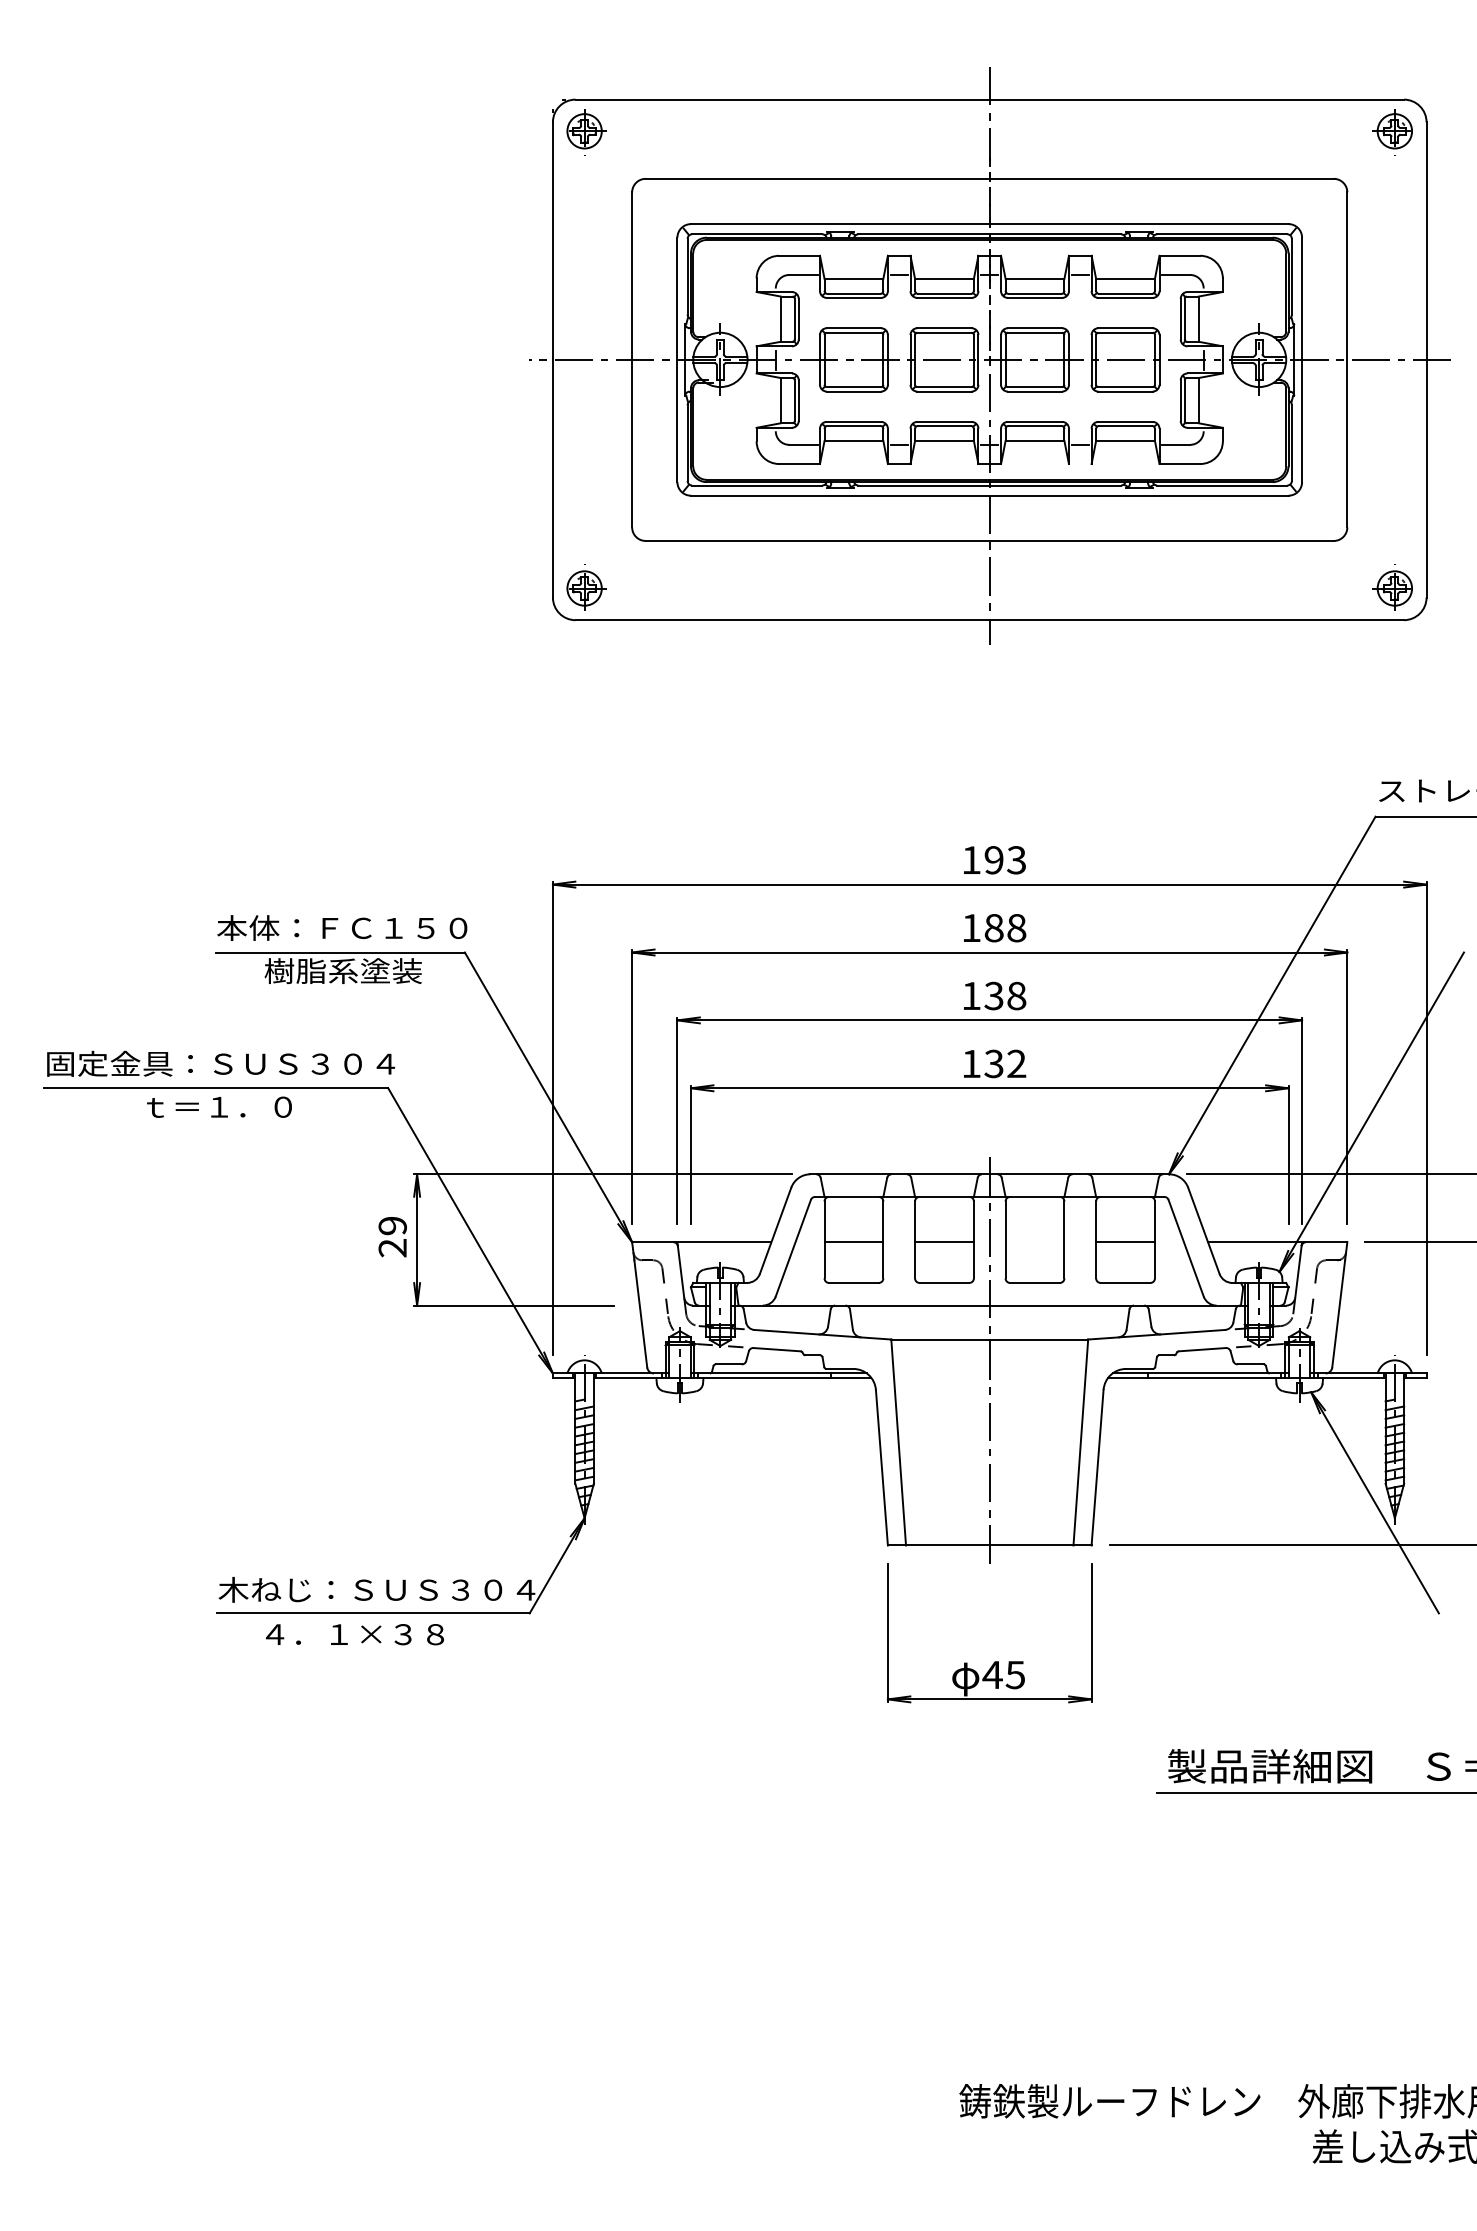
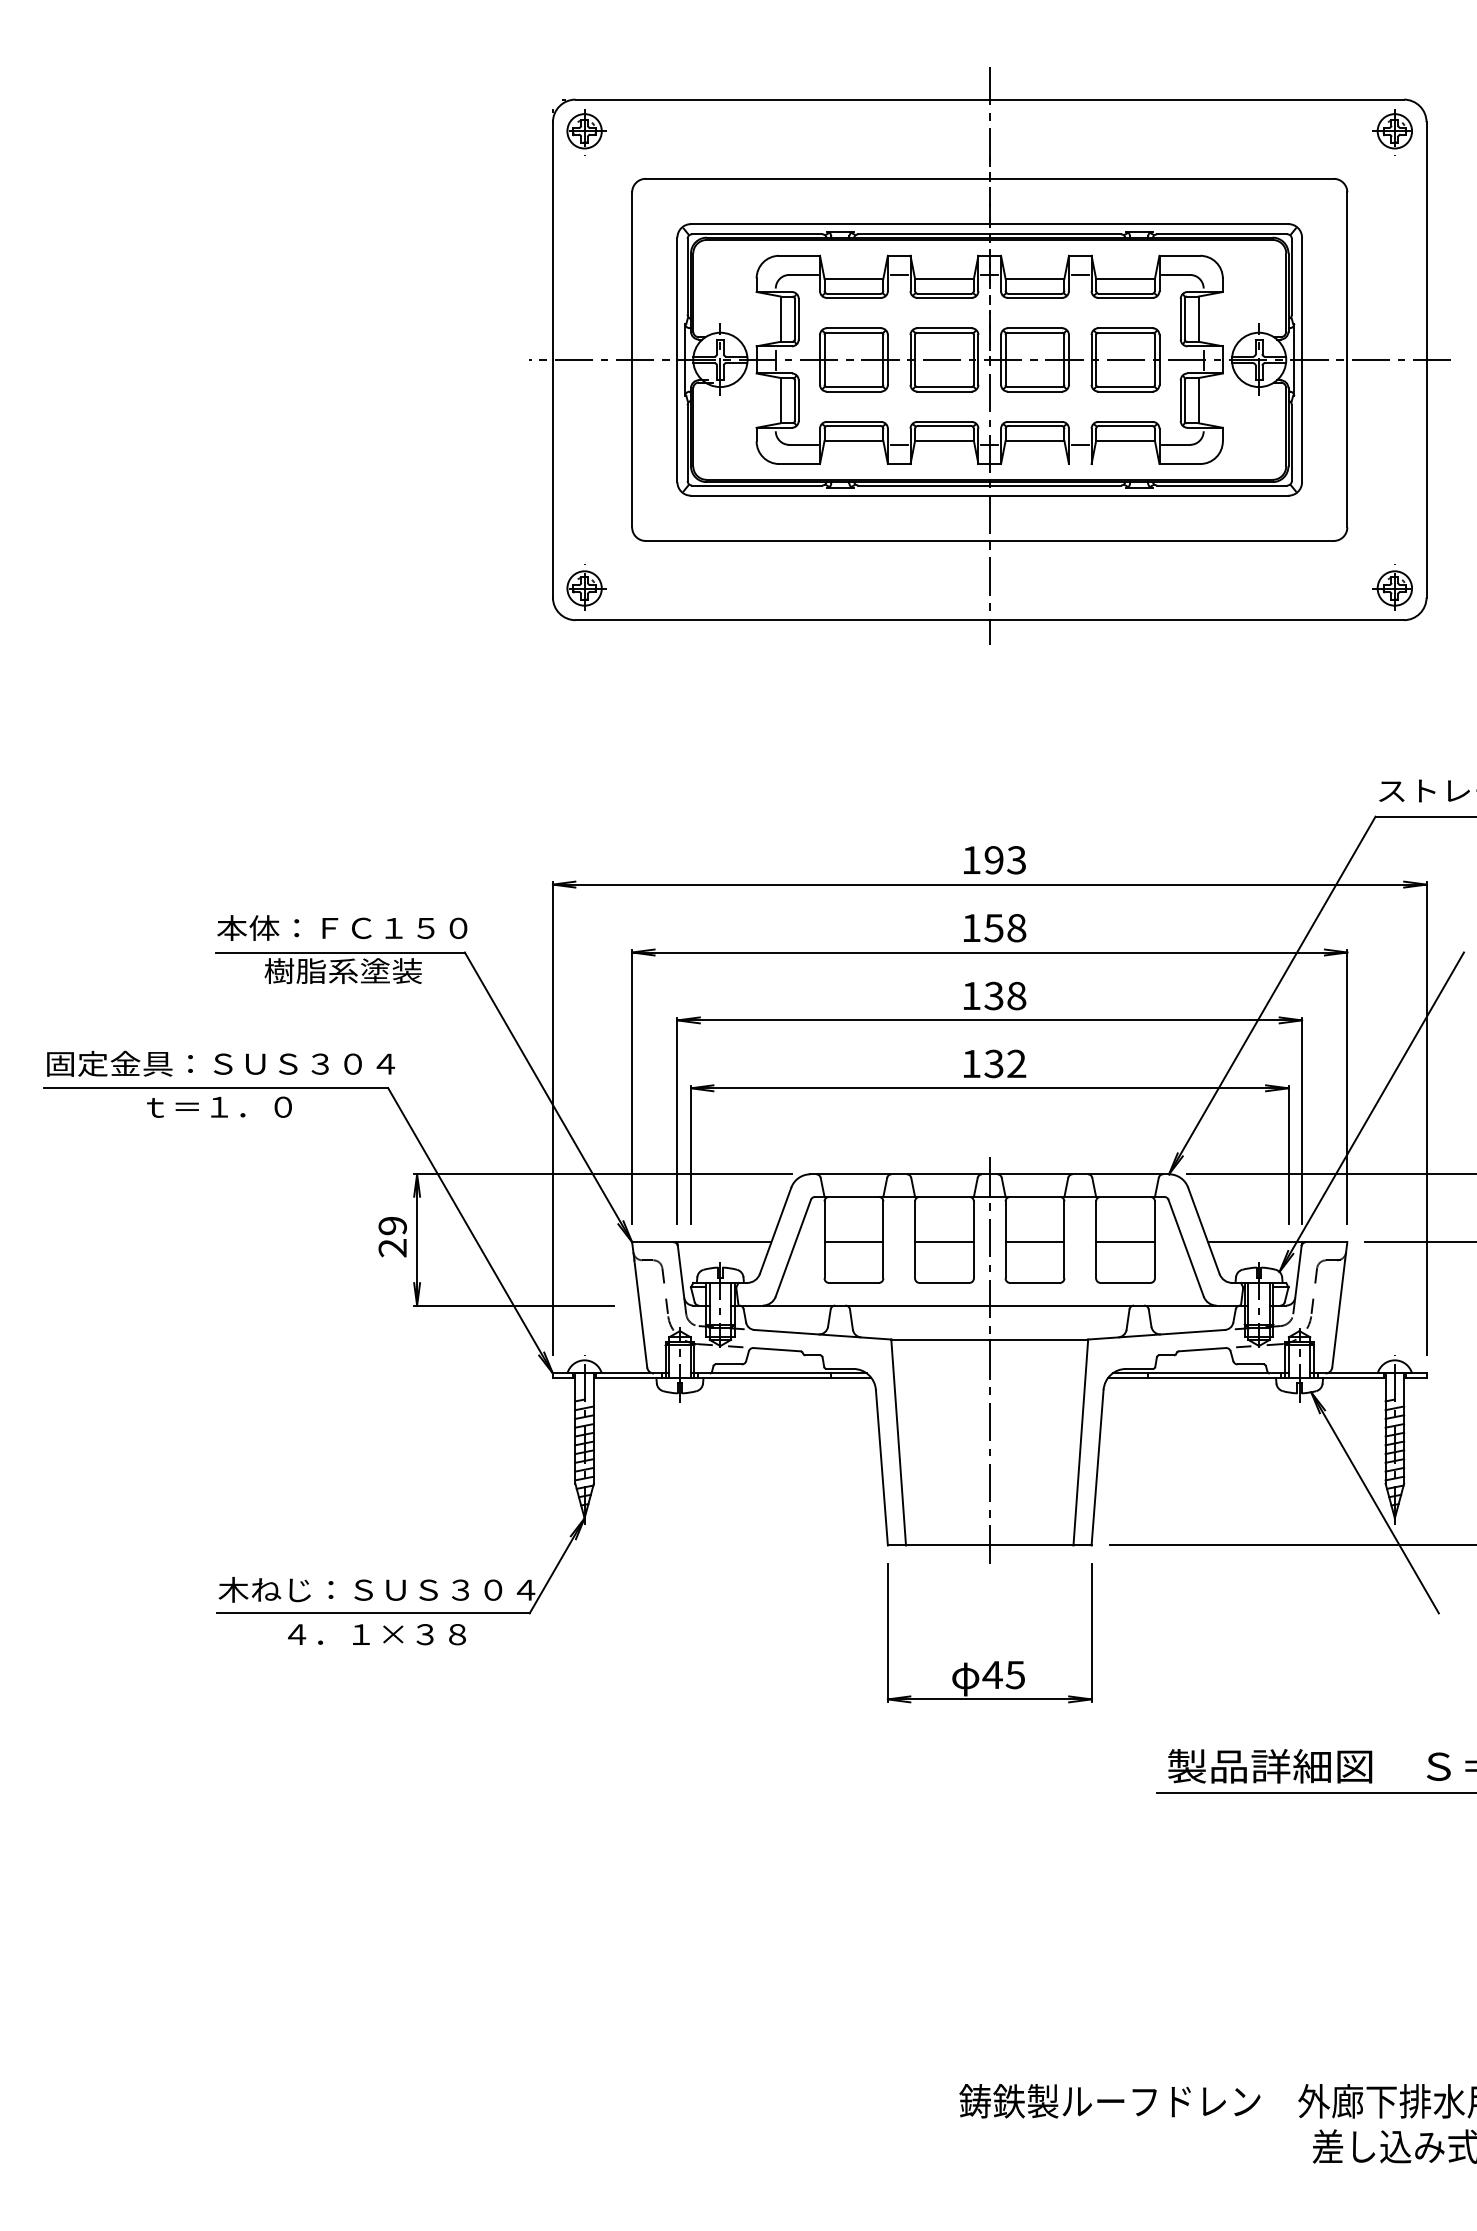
text at (993, 928): 188 -> 158
line at (1034, 1242): none -> present
text at (354, 1634) position: (354, 1634) -> (376, 1634)
